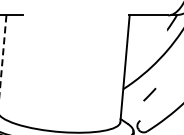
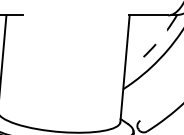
line at (3, 52): dashed -> solid
line at (149, 94) position: (149, 94) -> (149, 50)
